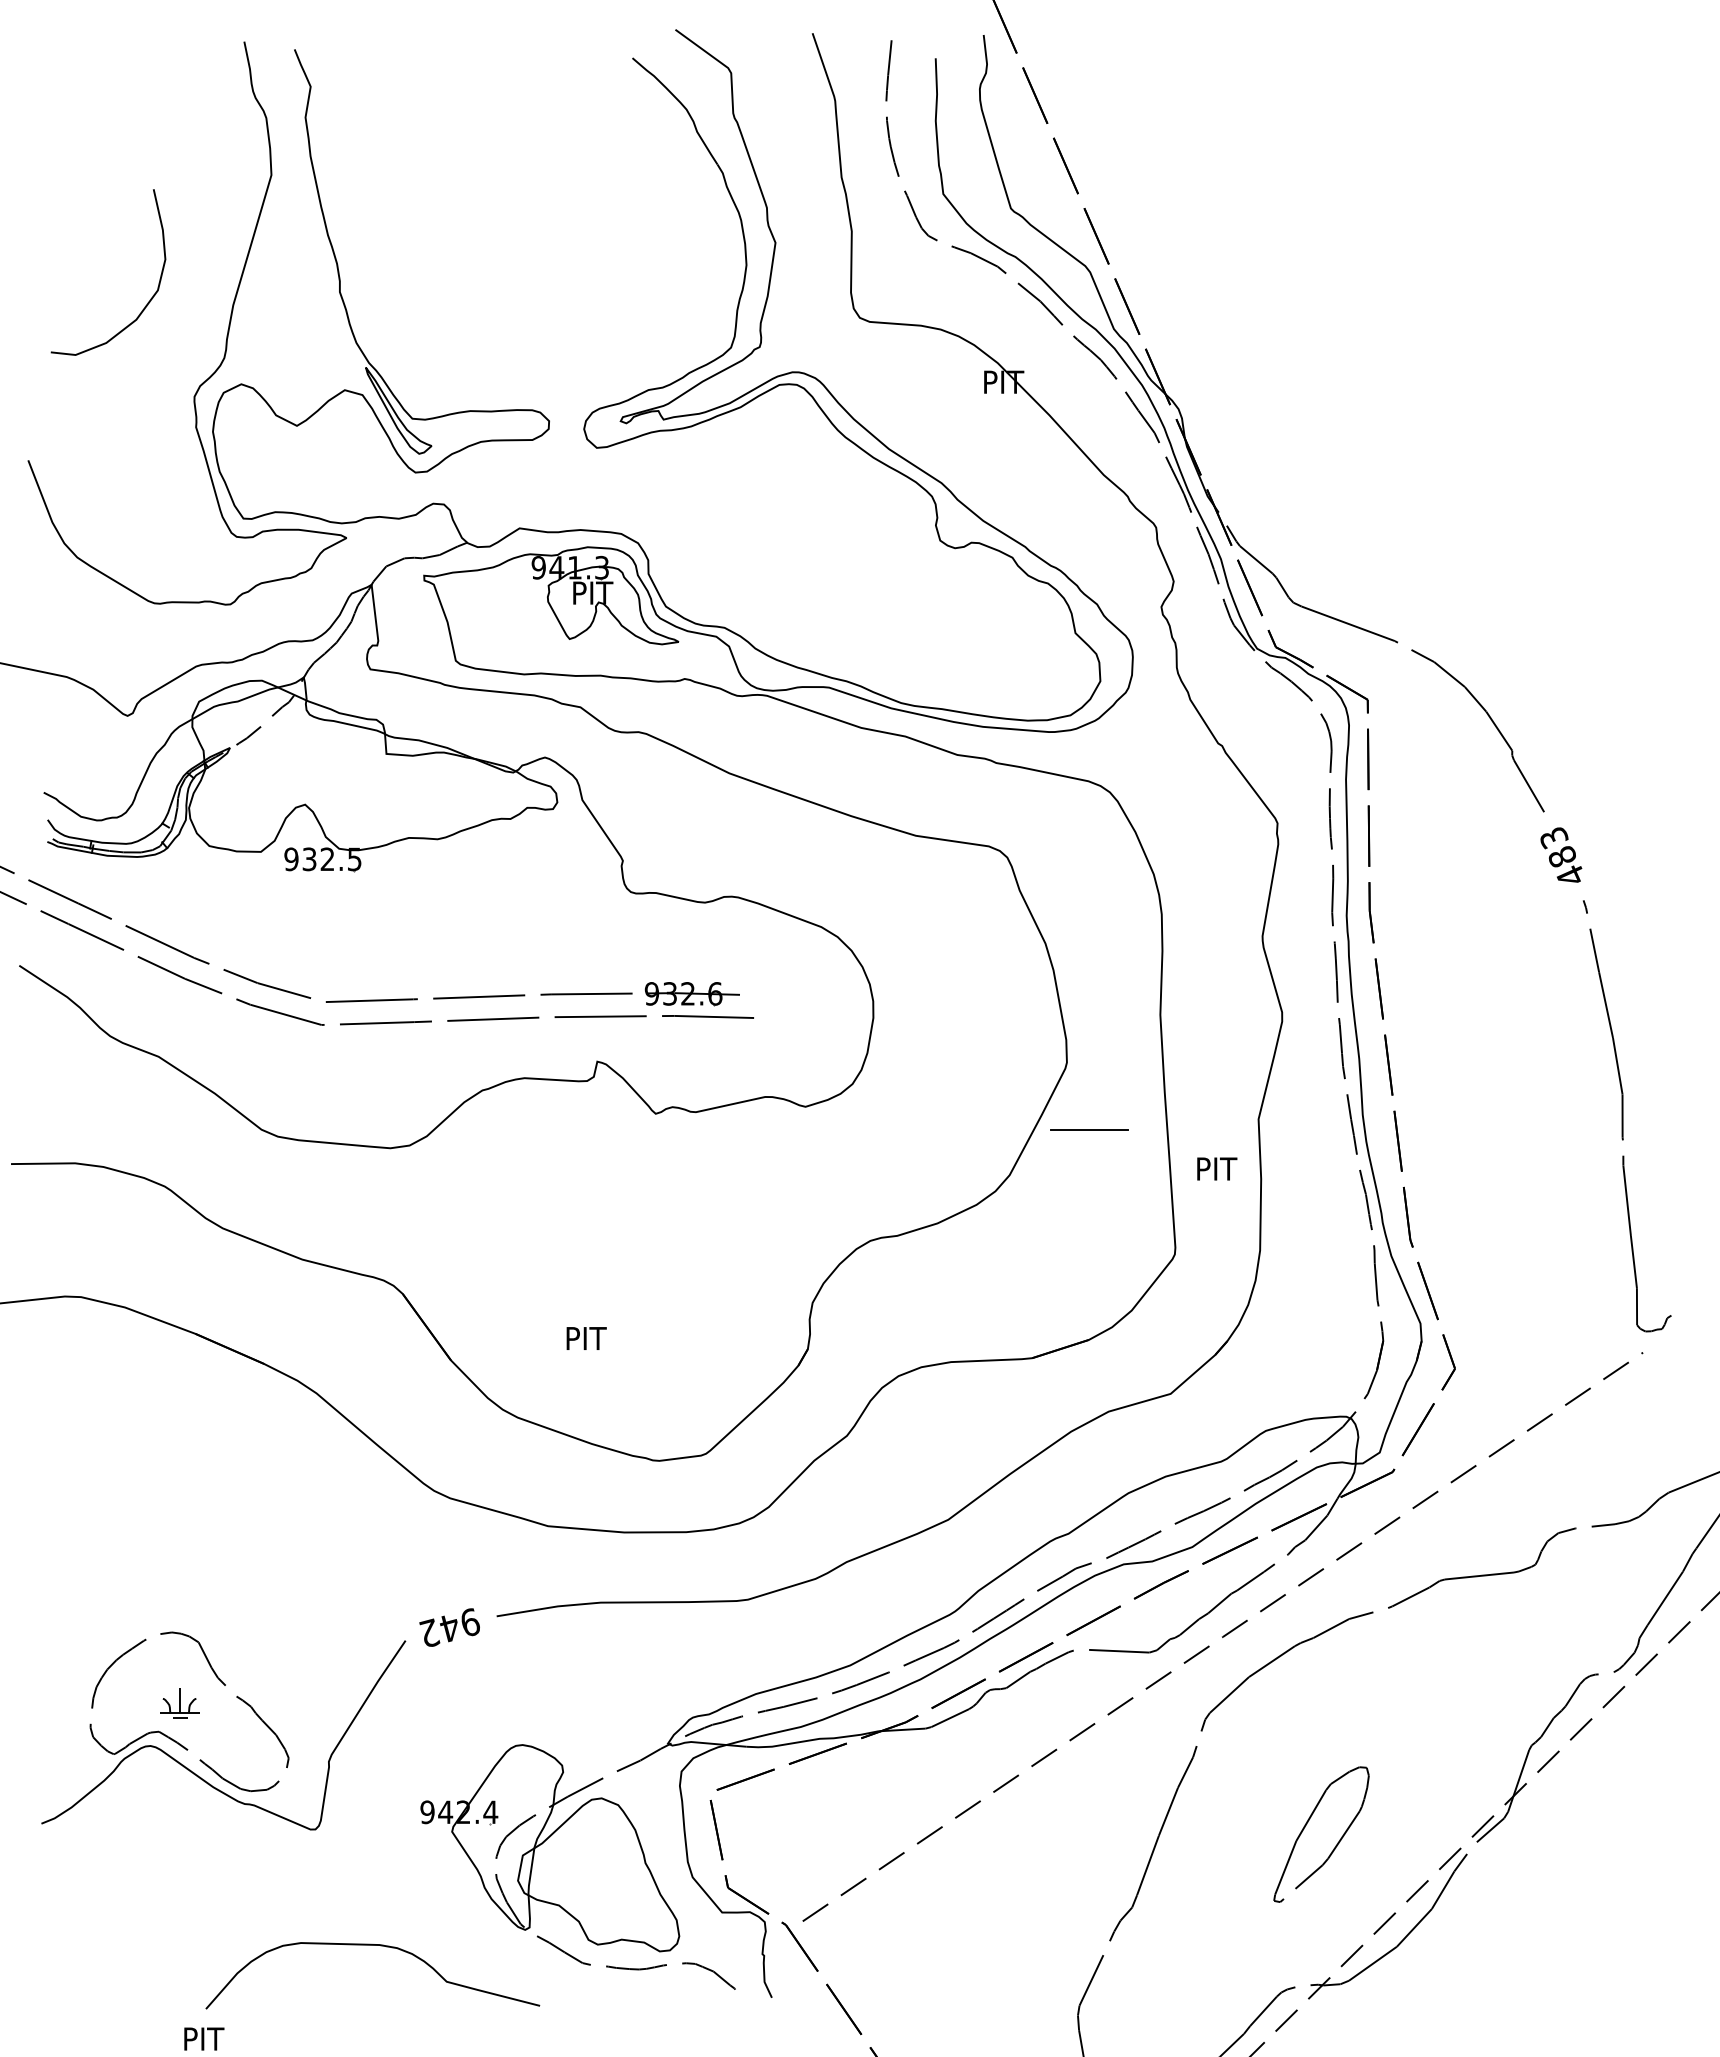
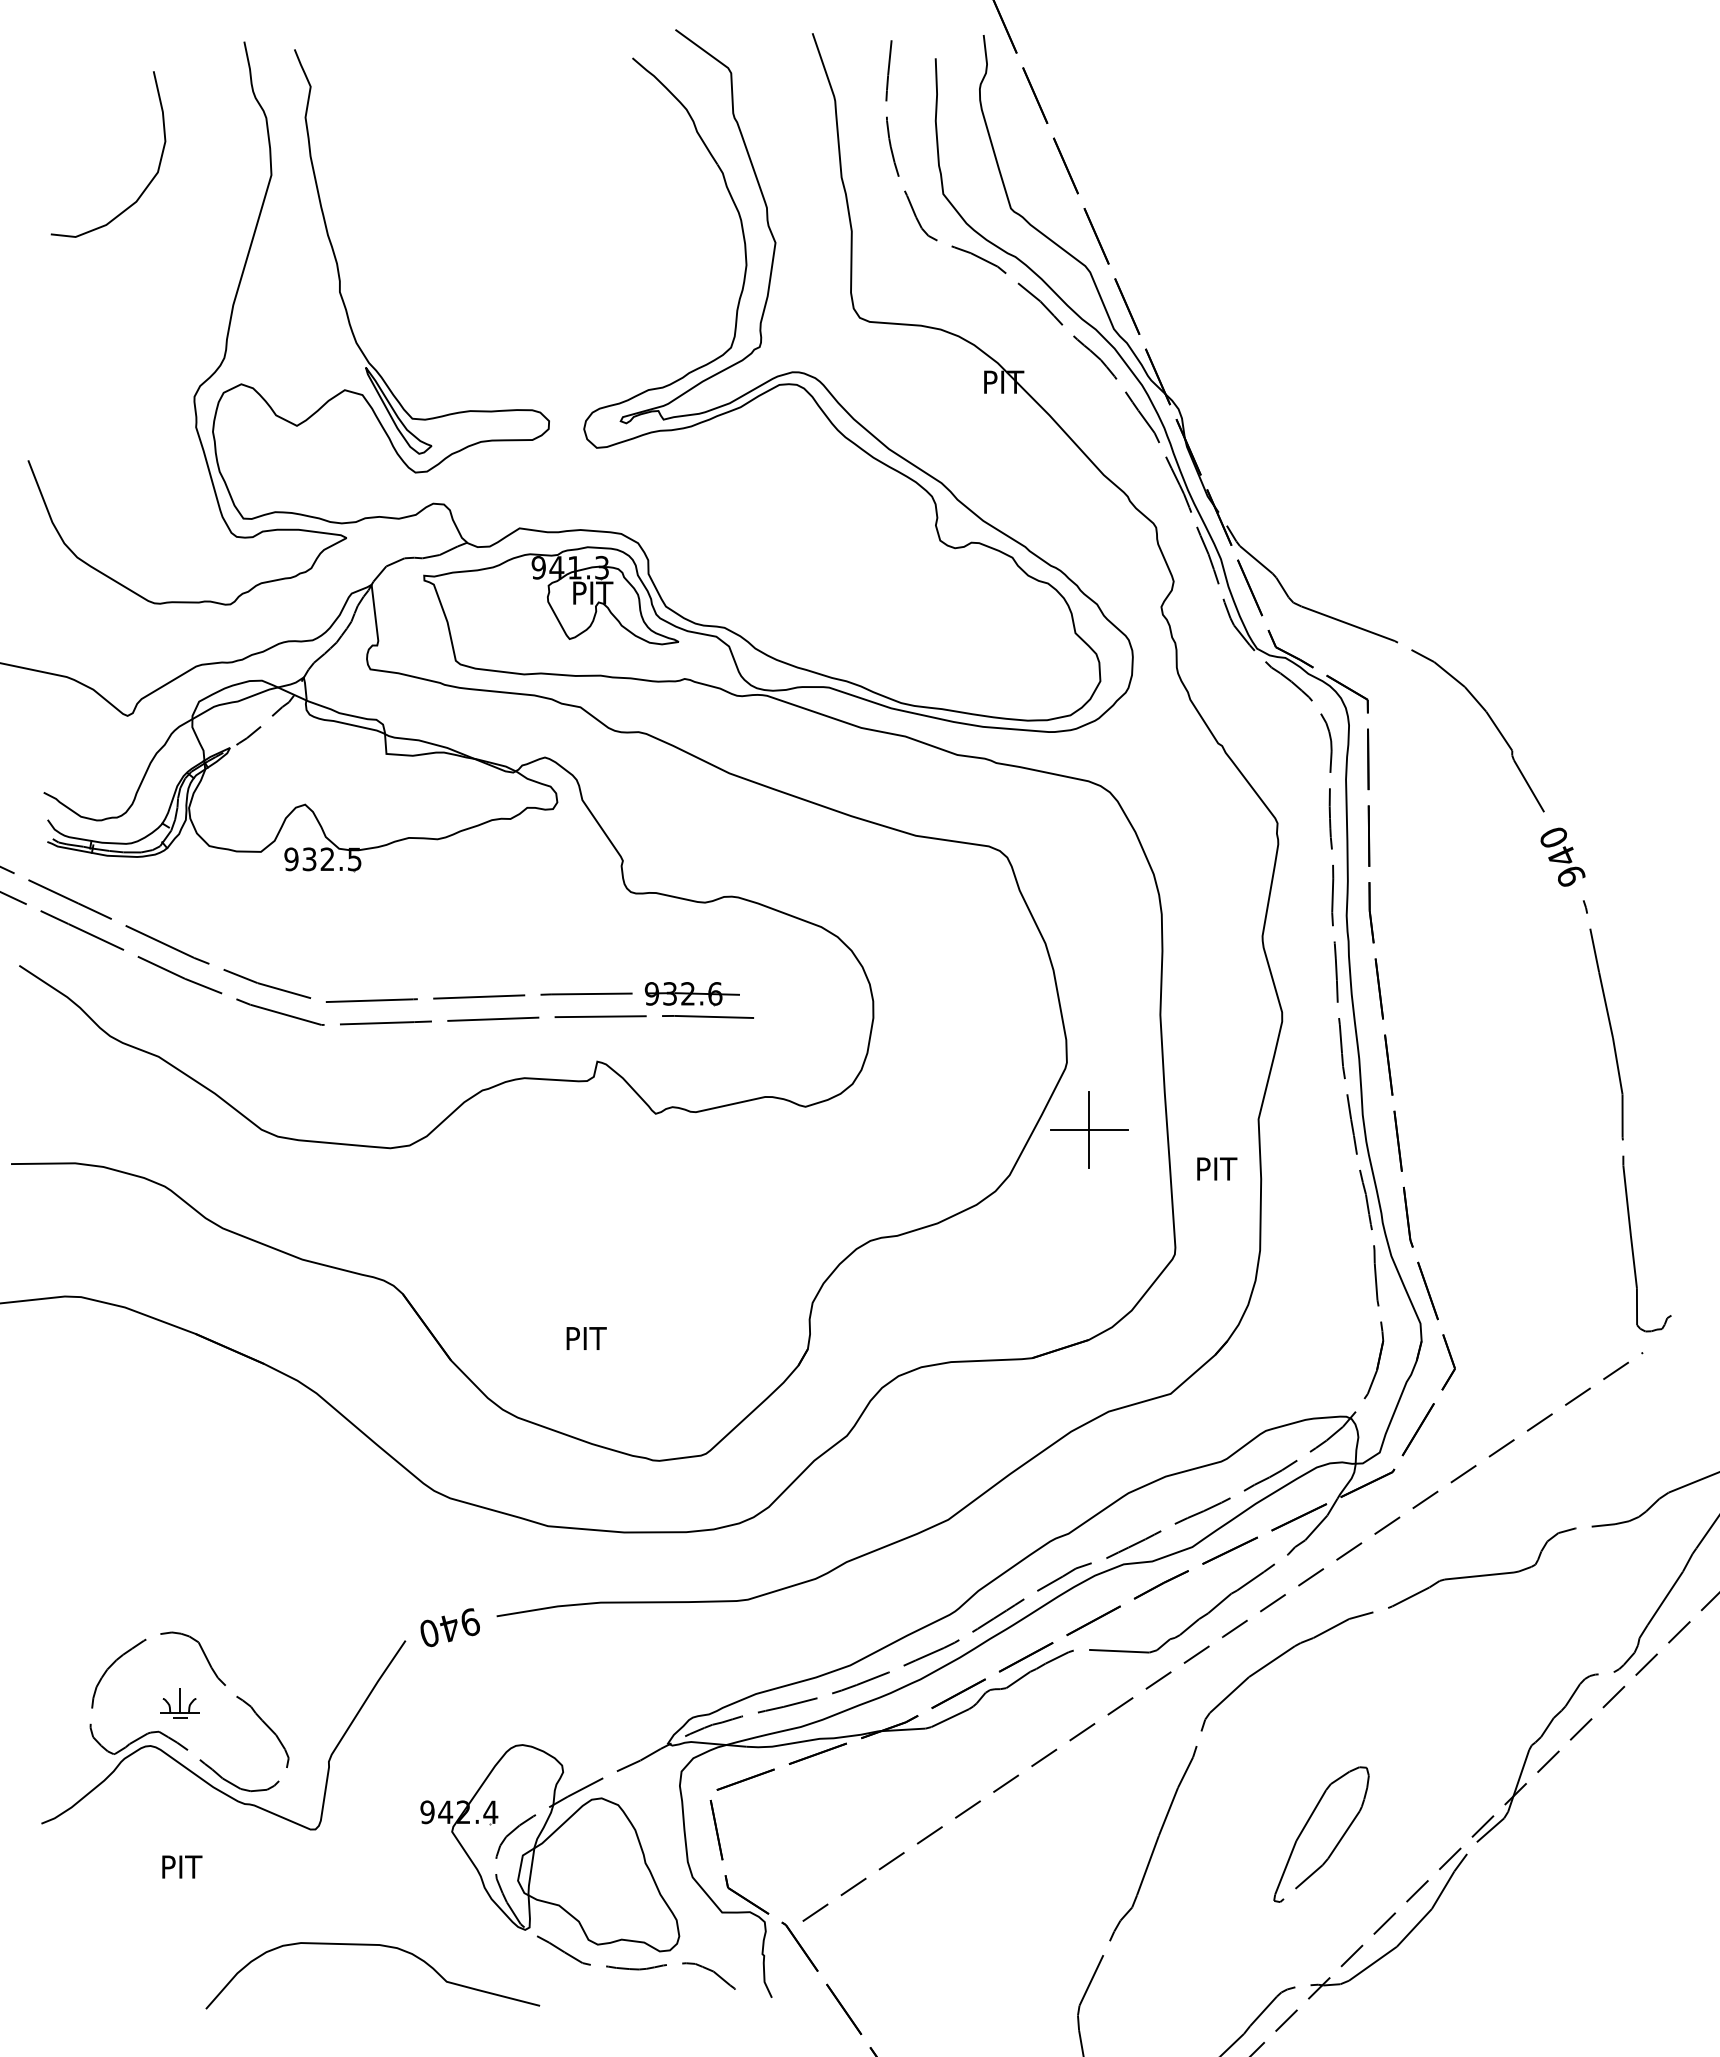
curve at (147, 302) position: (147, 302) -> (147, 184)
text at (1562, 856): 483 -> 940
line at (1089, 1129): none -> present
text at (429, 1632): 942 -> 940
text at (204, 2038) position: (204, 2038) -> (182, 1866)
